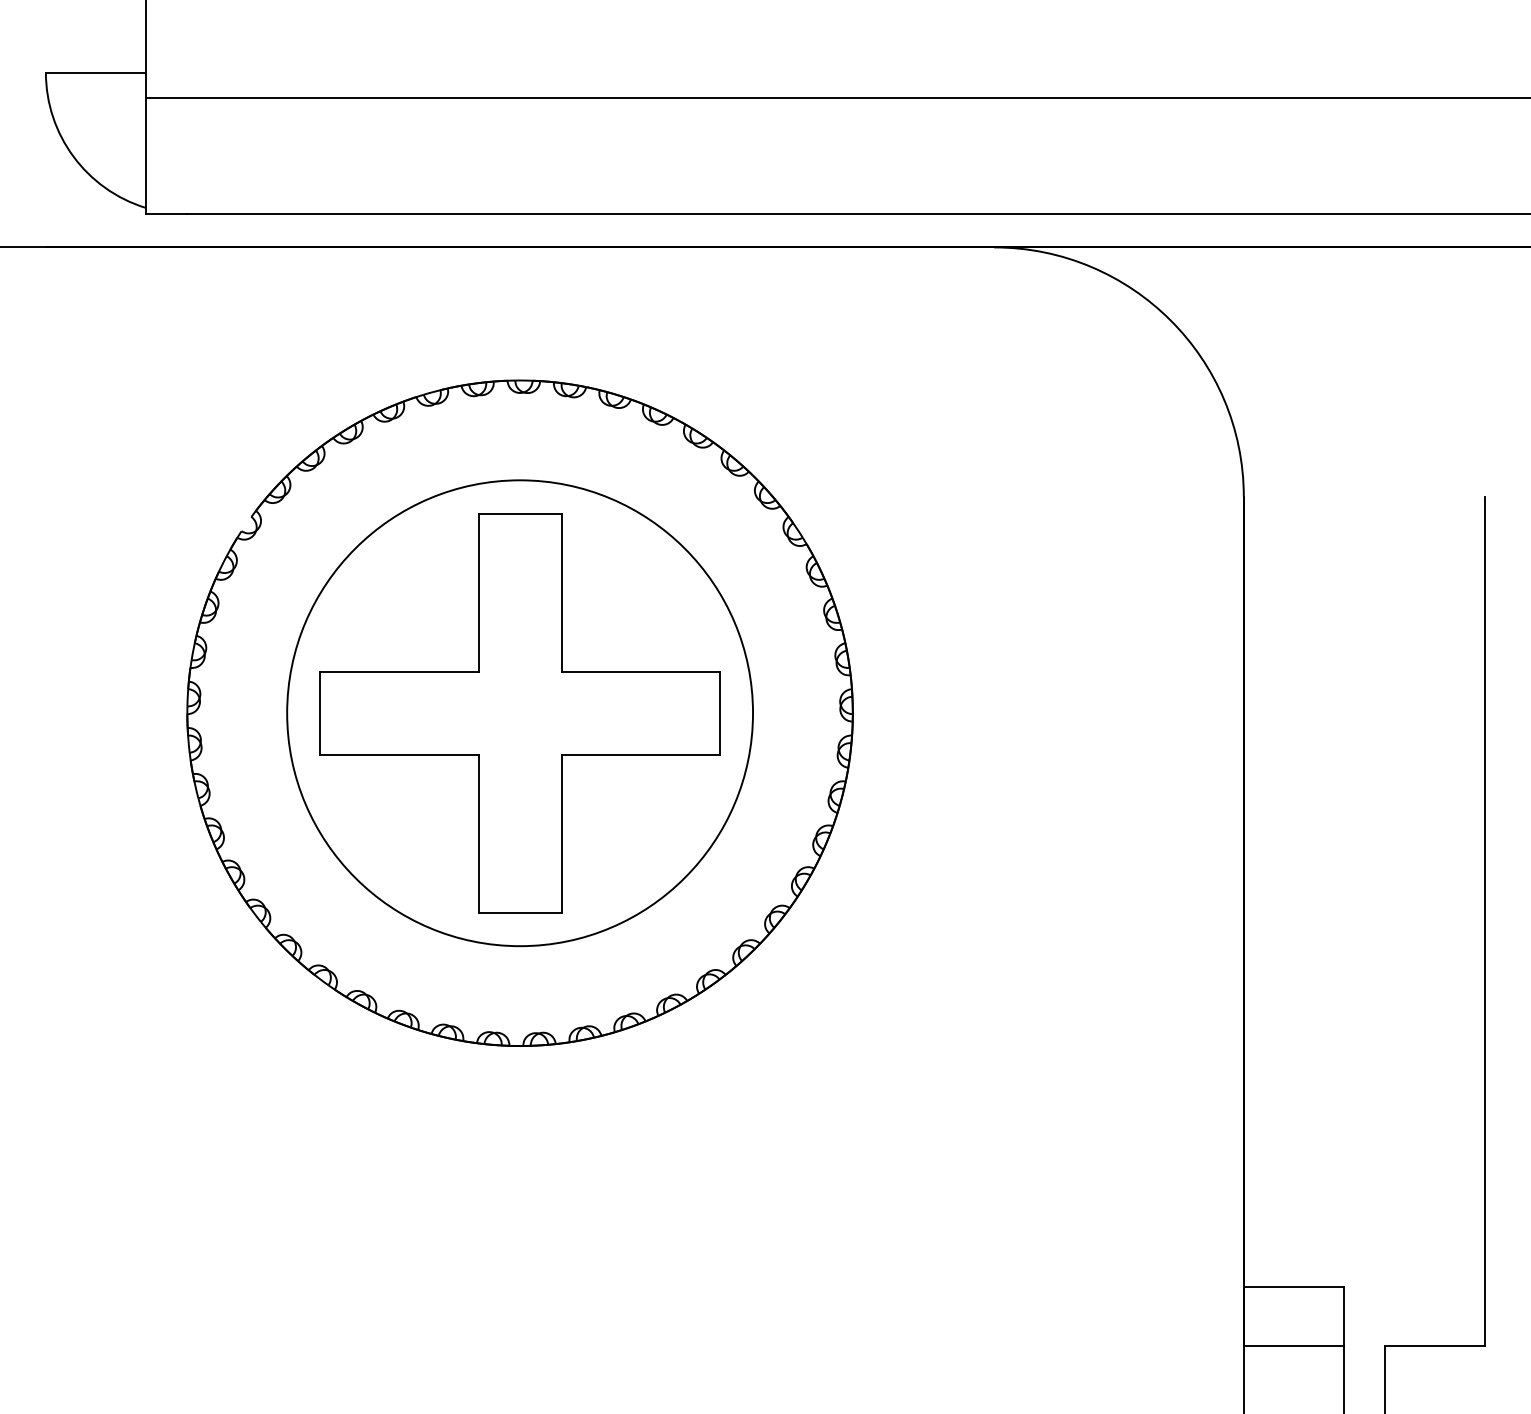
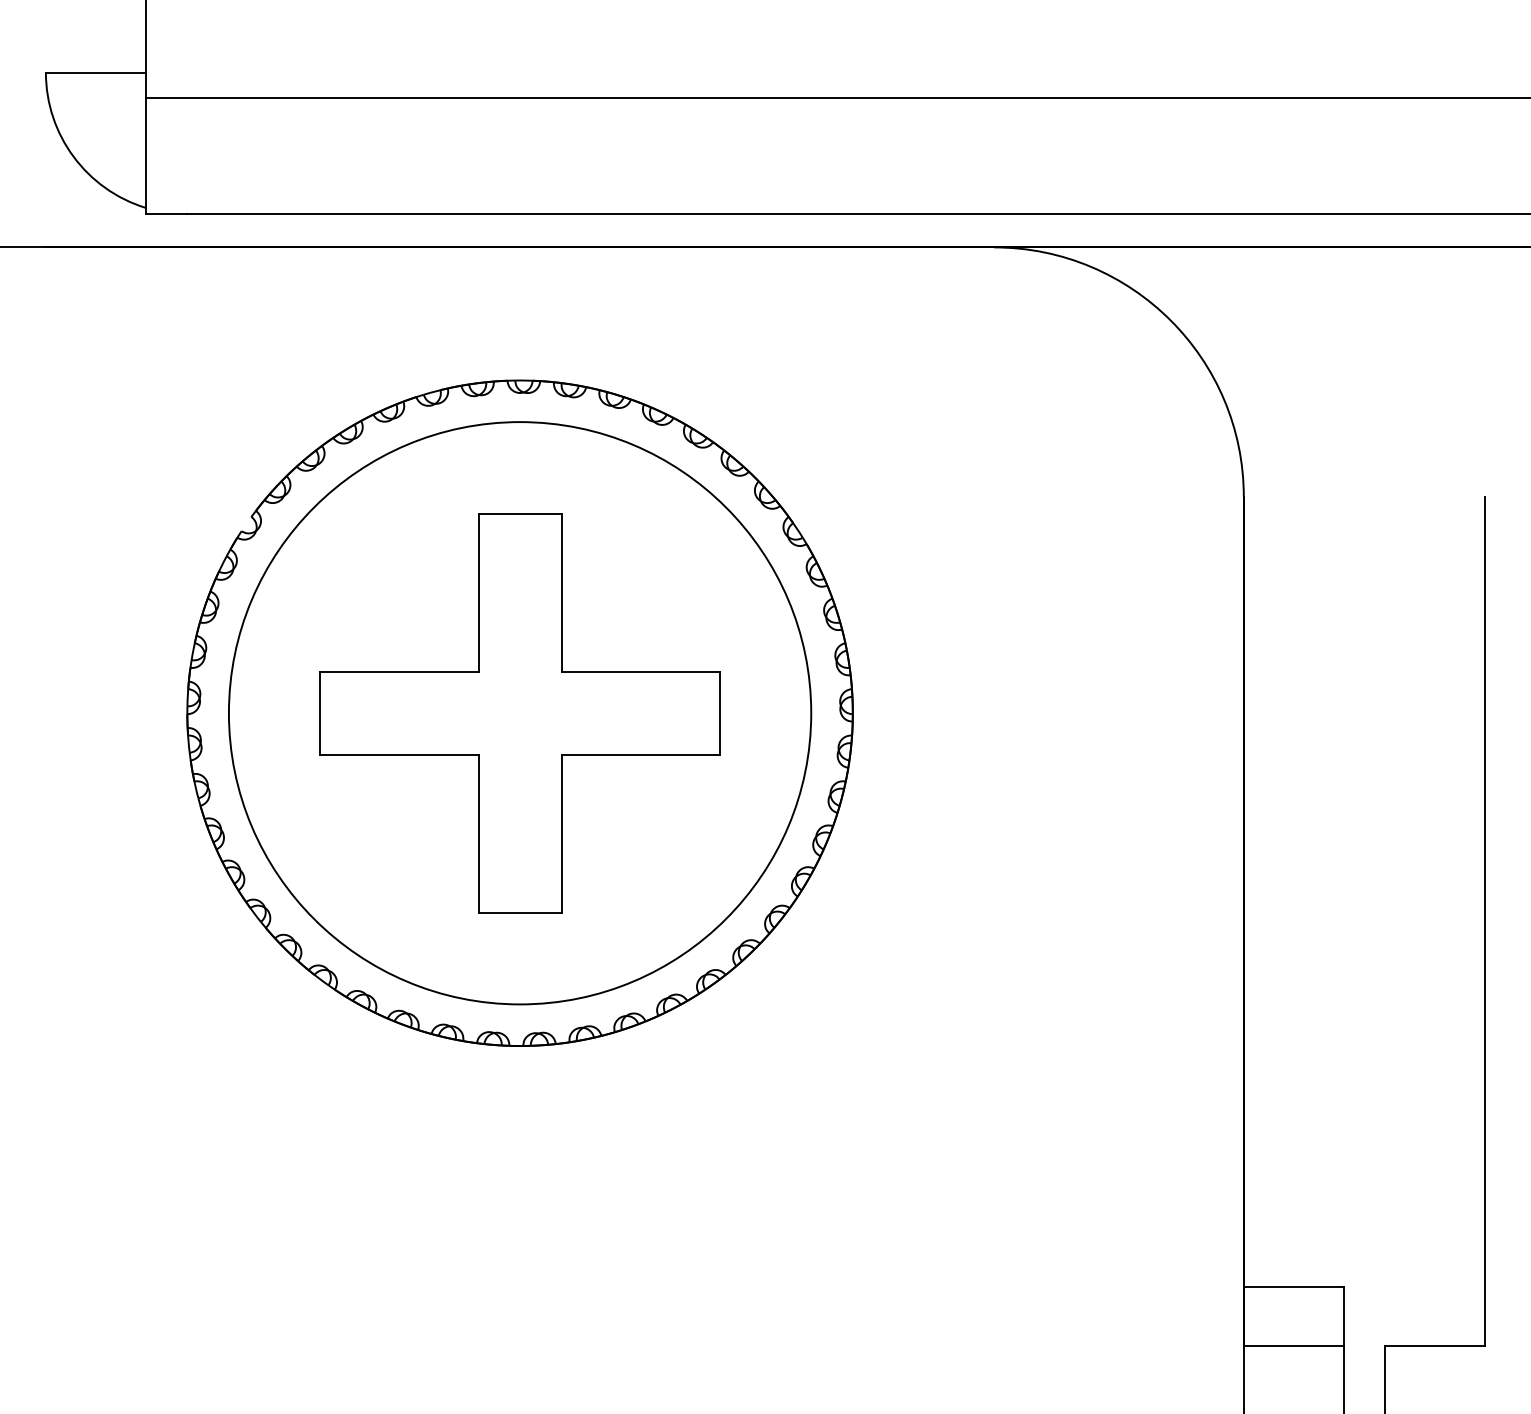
circle at (520, 713) diameter: 466 px -> 582 px
